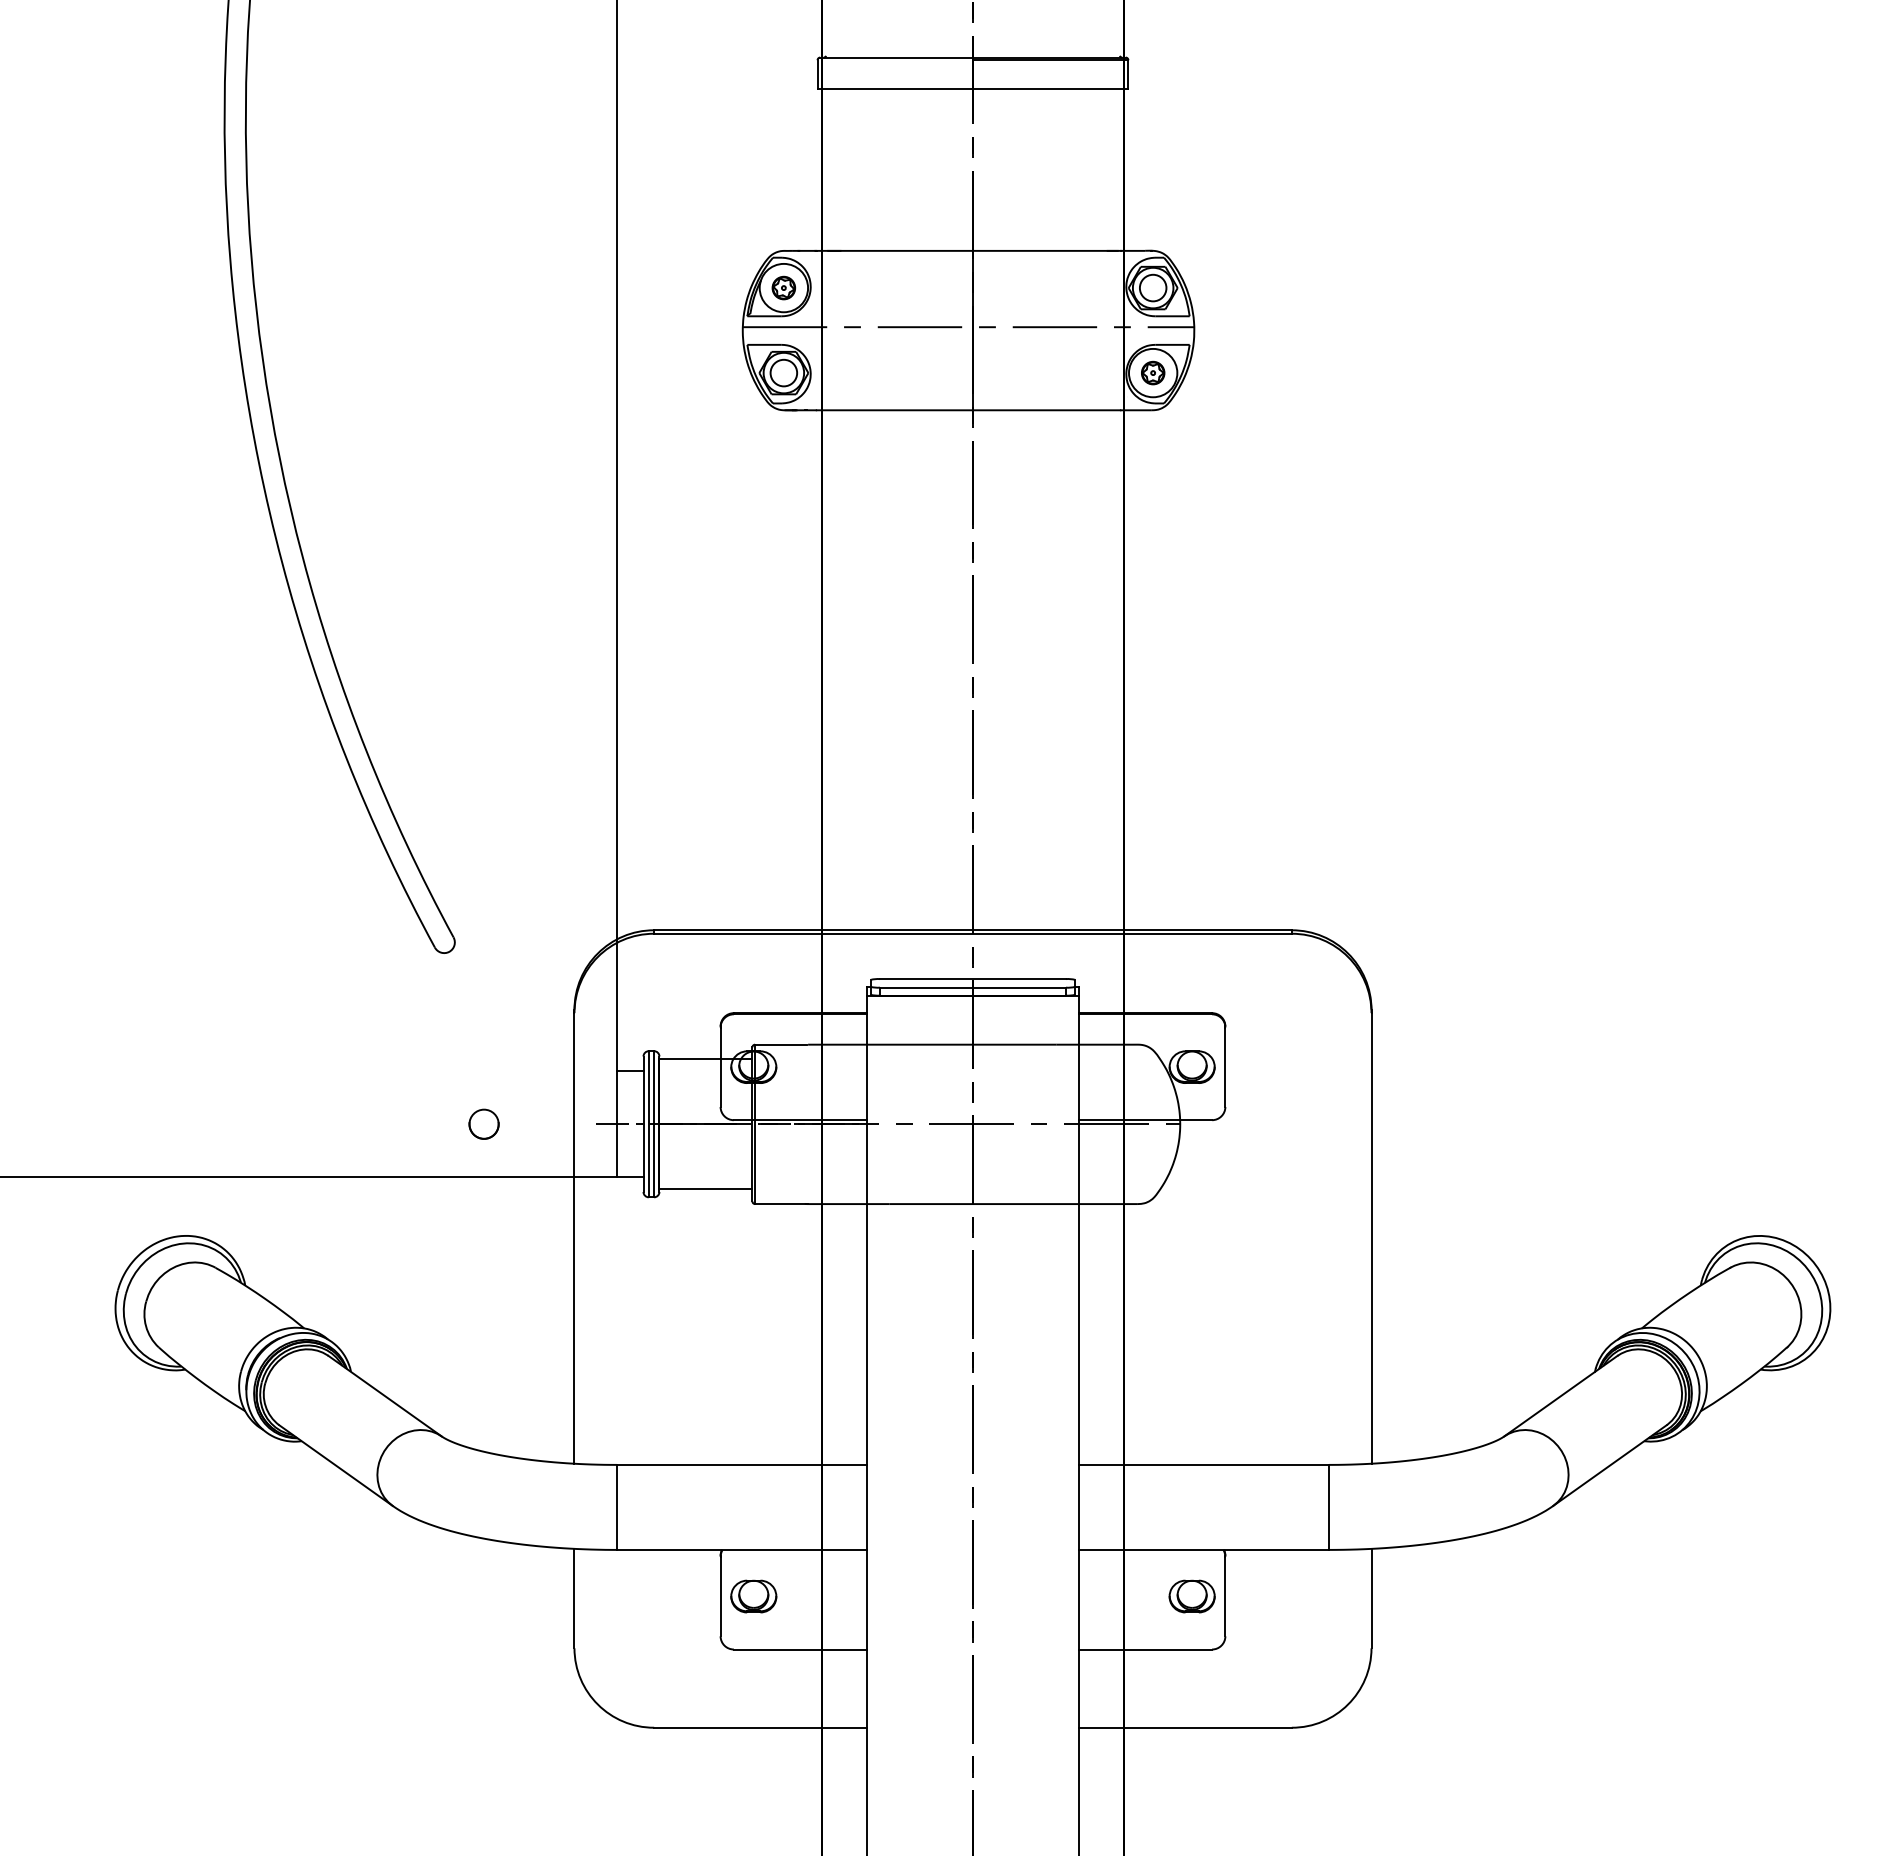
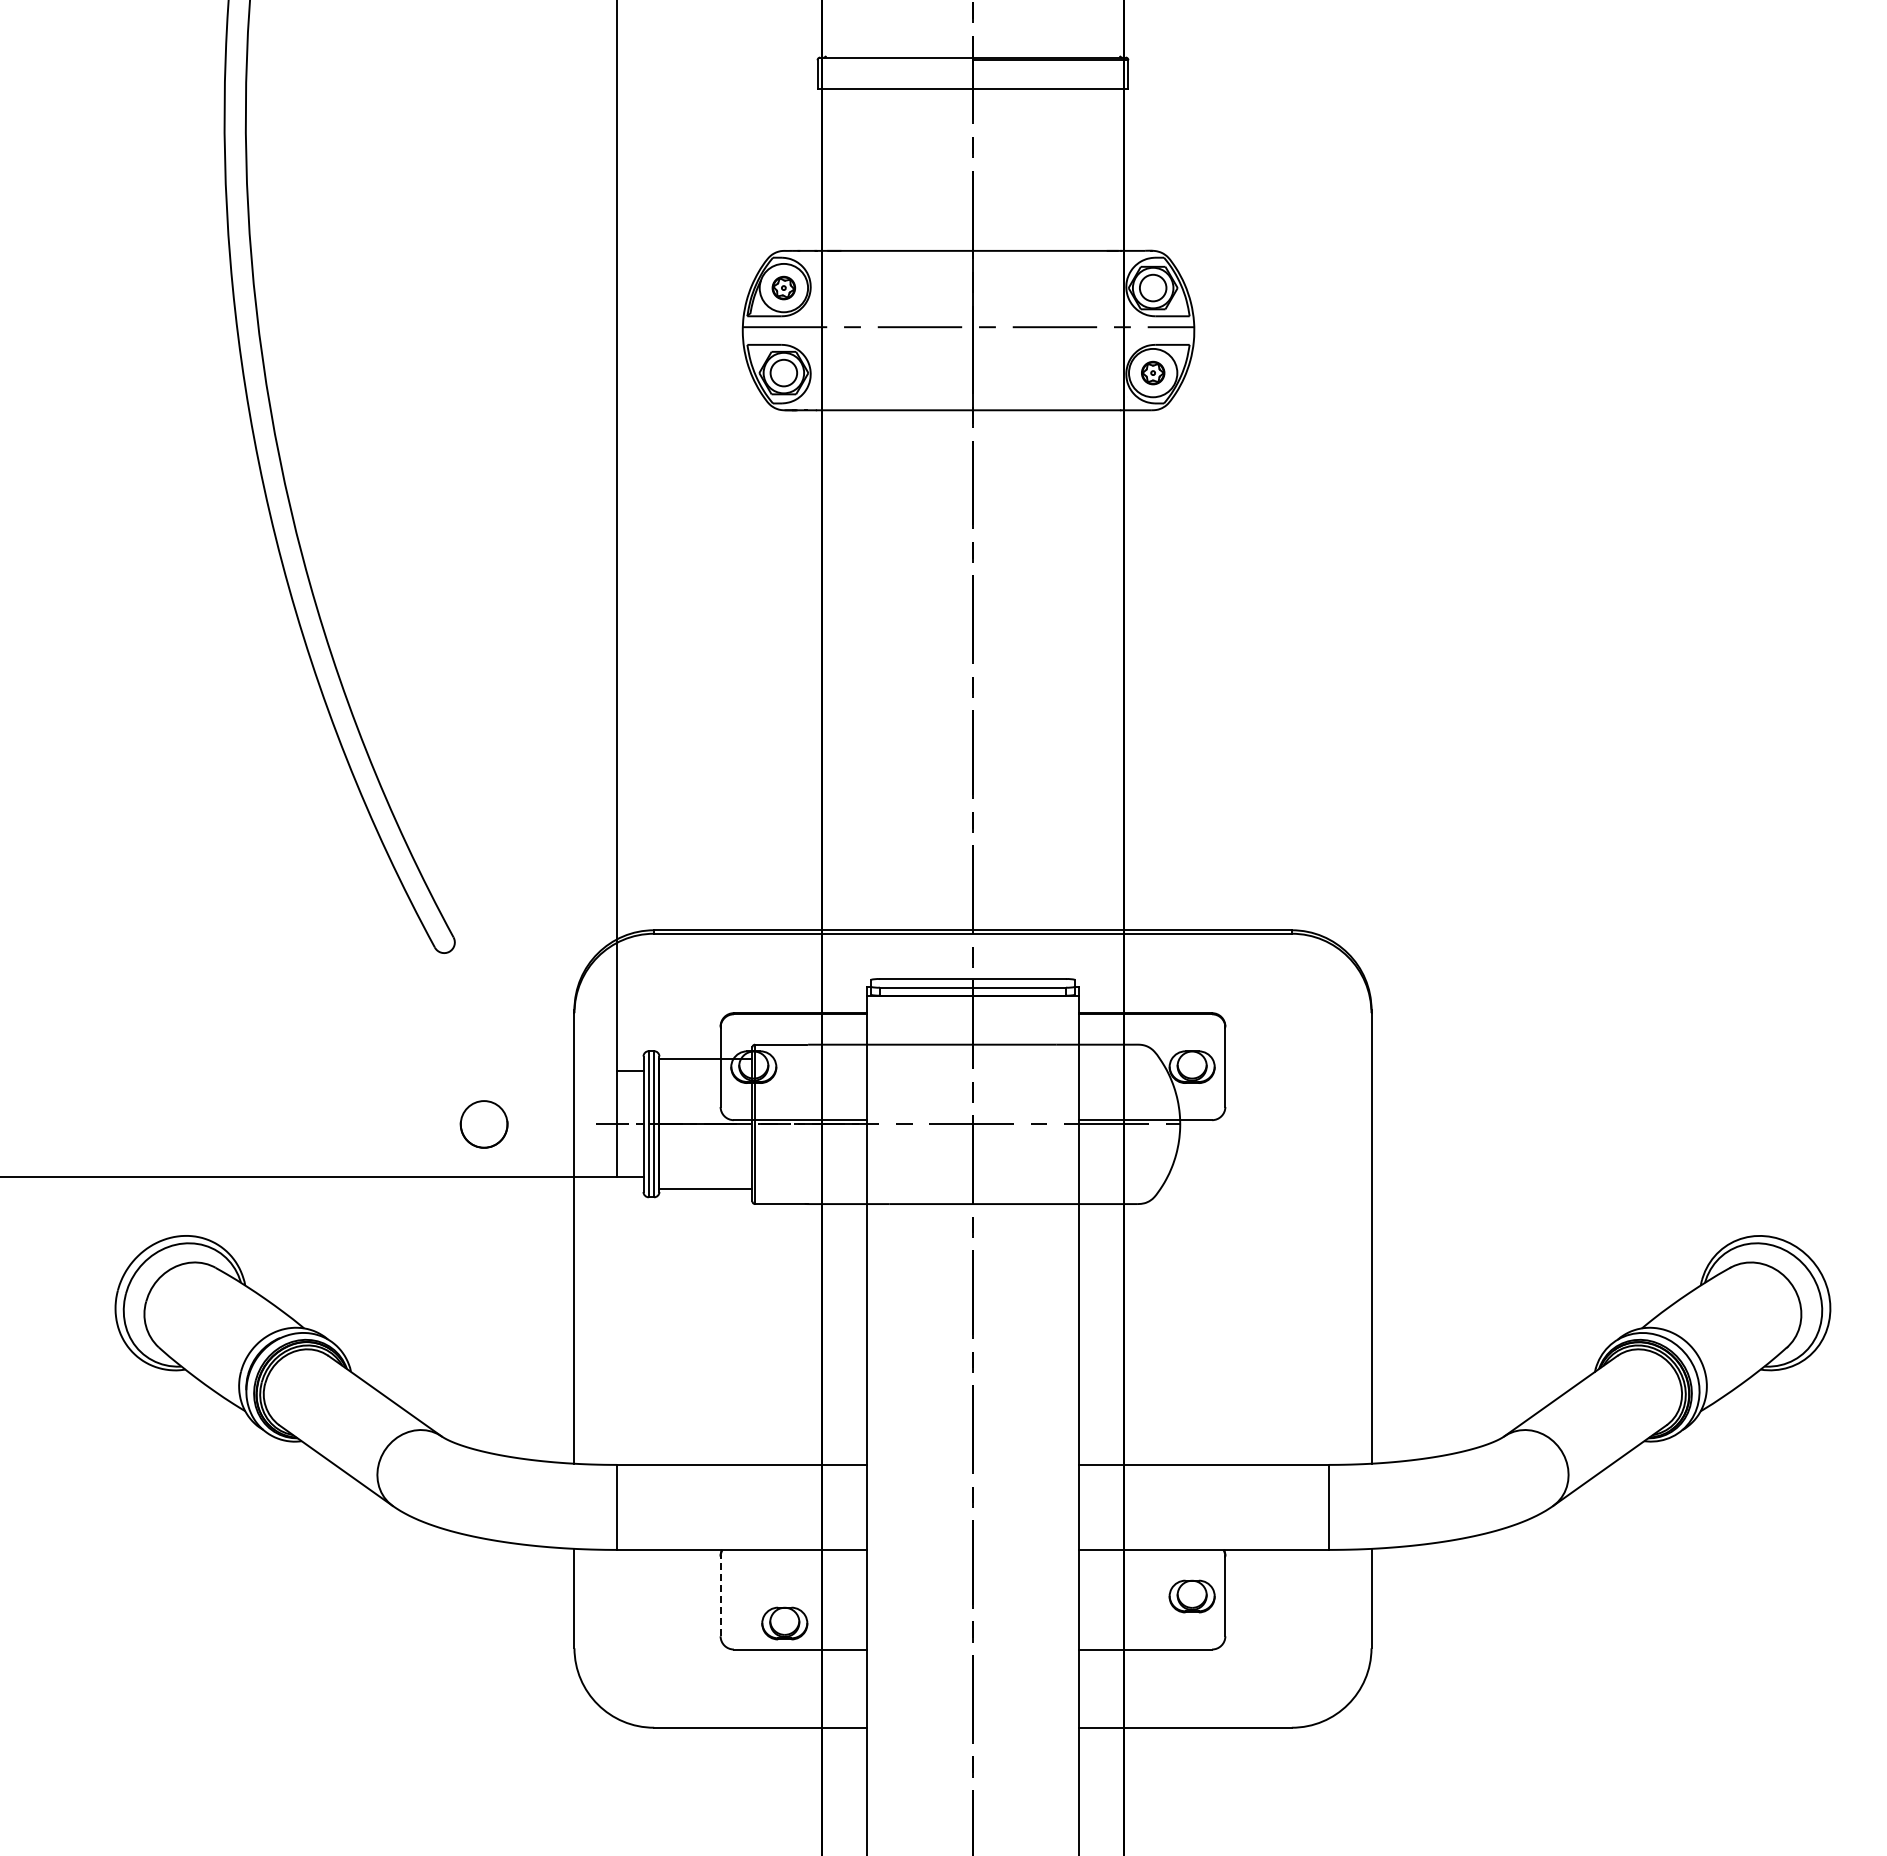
circle at (483, 1123) size: 32x32 px -> 50x49 px
line at (720, 1596): solid -> dashed
part at (753, 1596) position: (753, 1596) -> (784, 1623)
